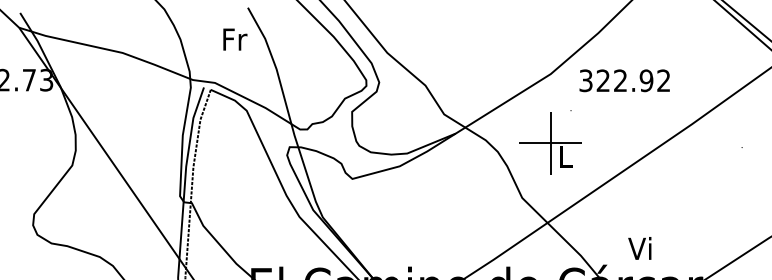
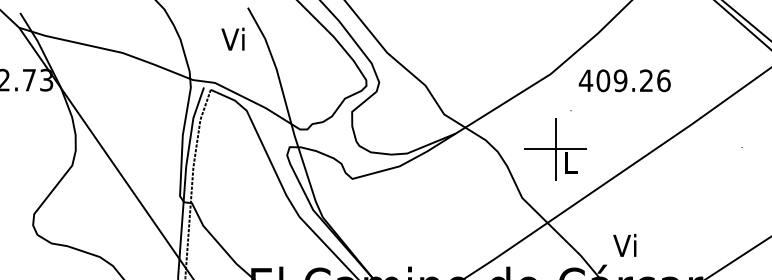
text at (234, 38): Fr -> Vi
text at (624, 80): 322.92 -> 409.26
part at (550, 143) position: (550, 143) -> (555, 149)
text at (639, 248) position: (639, 248) -> (624, 245)
